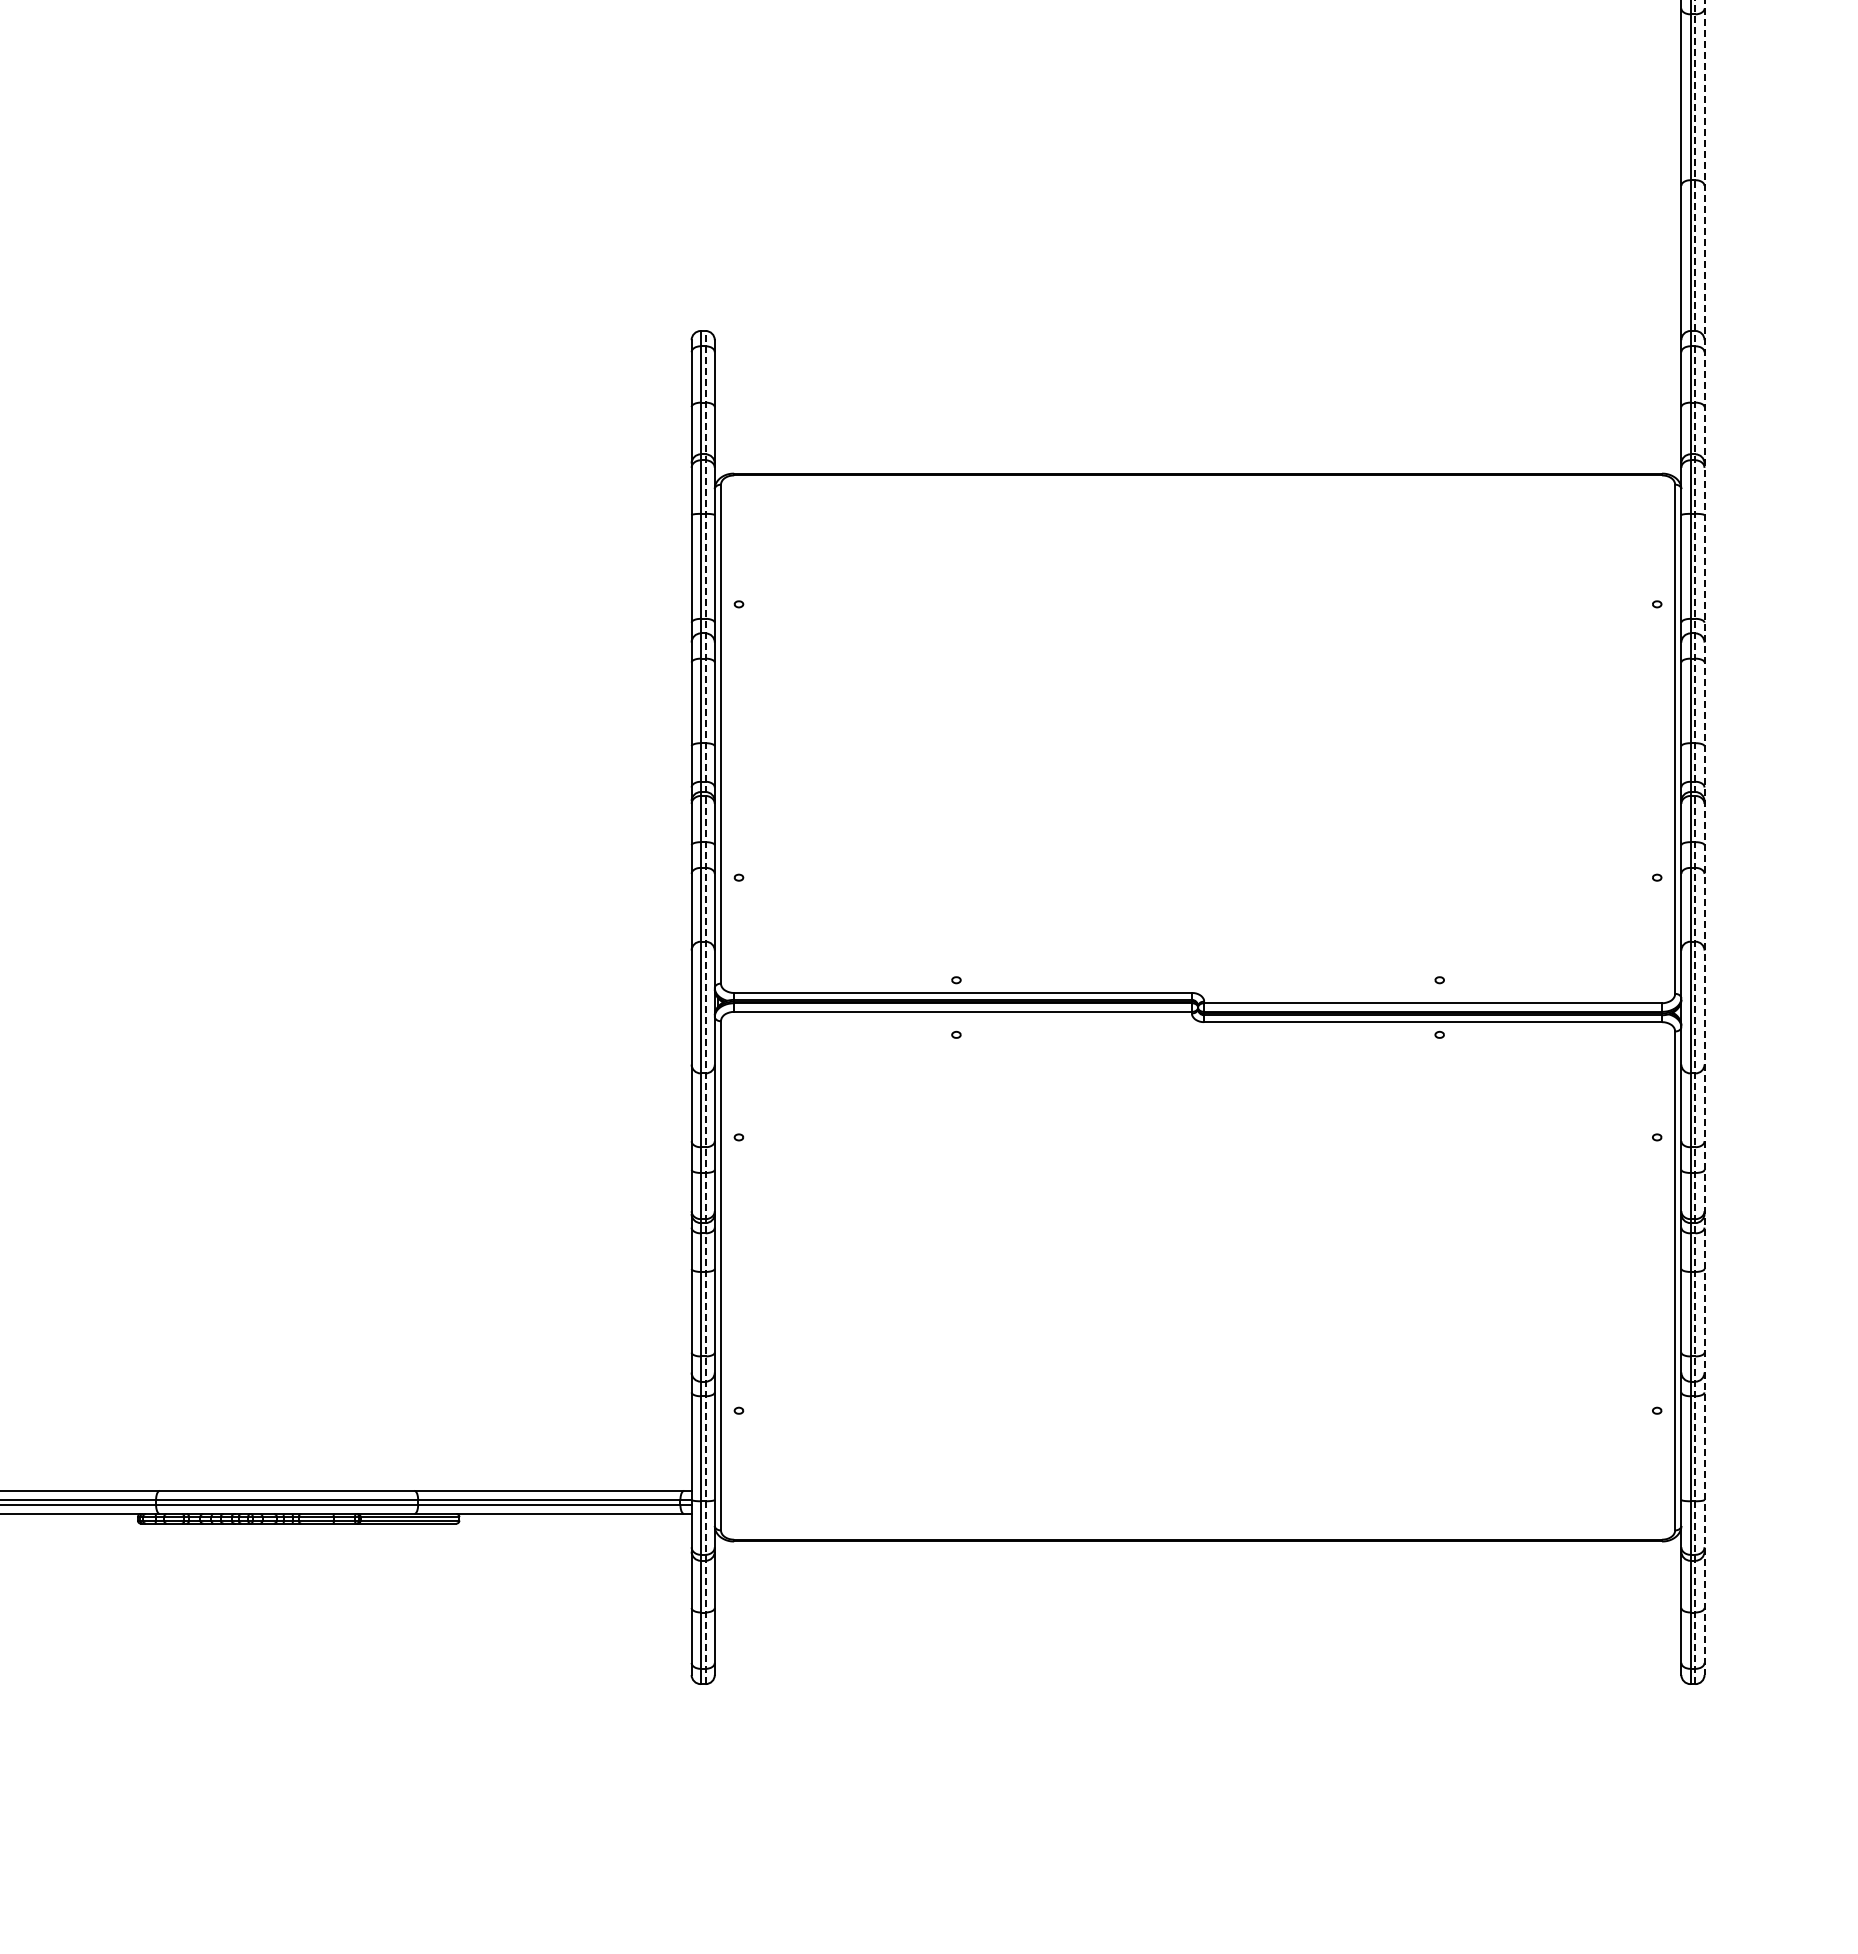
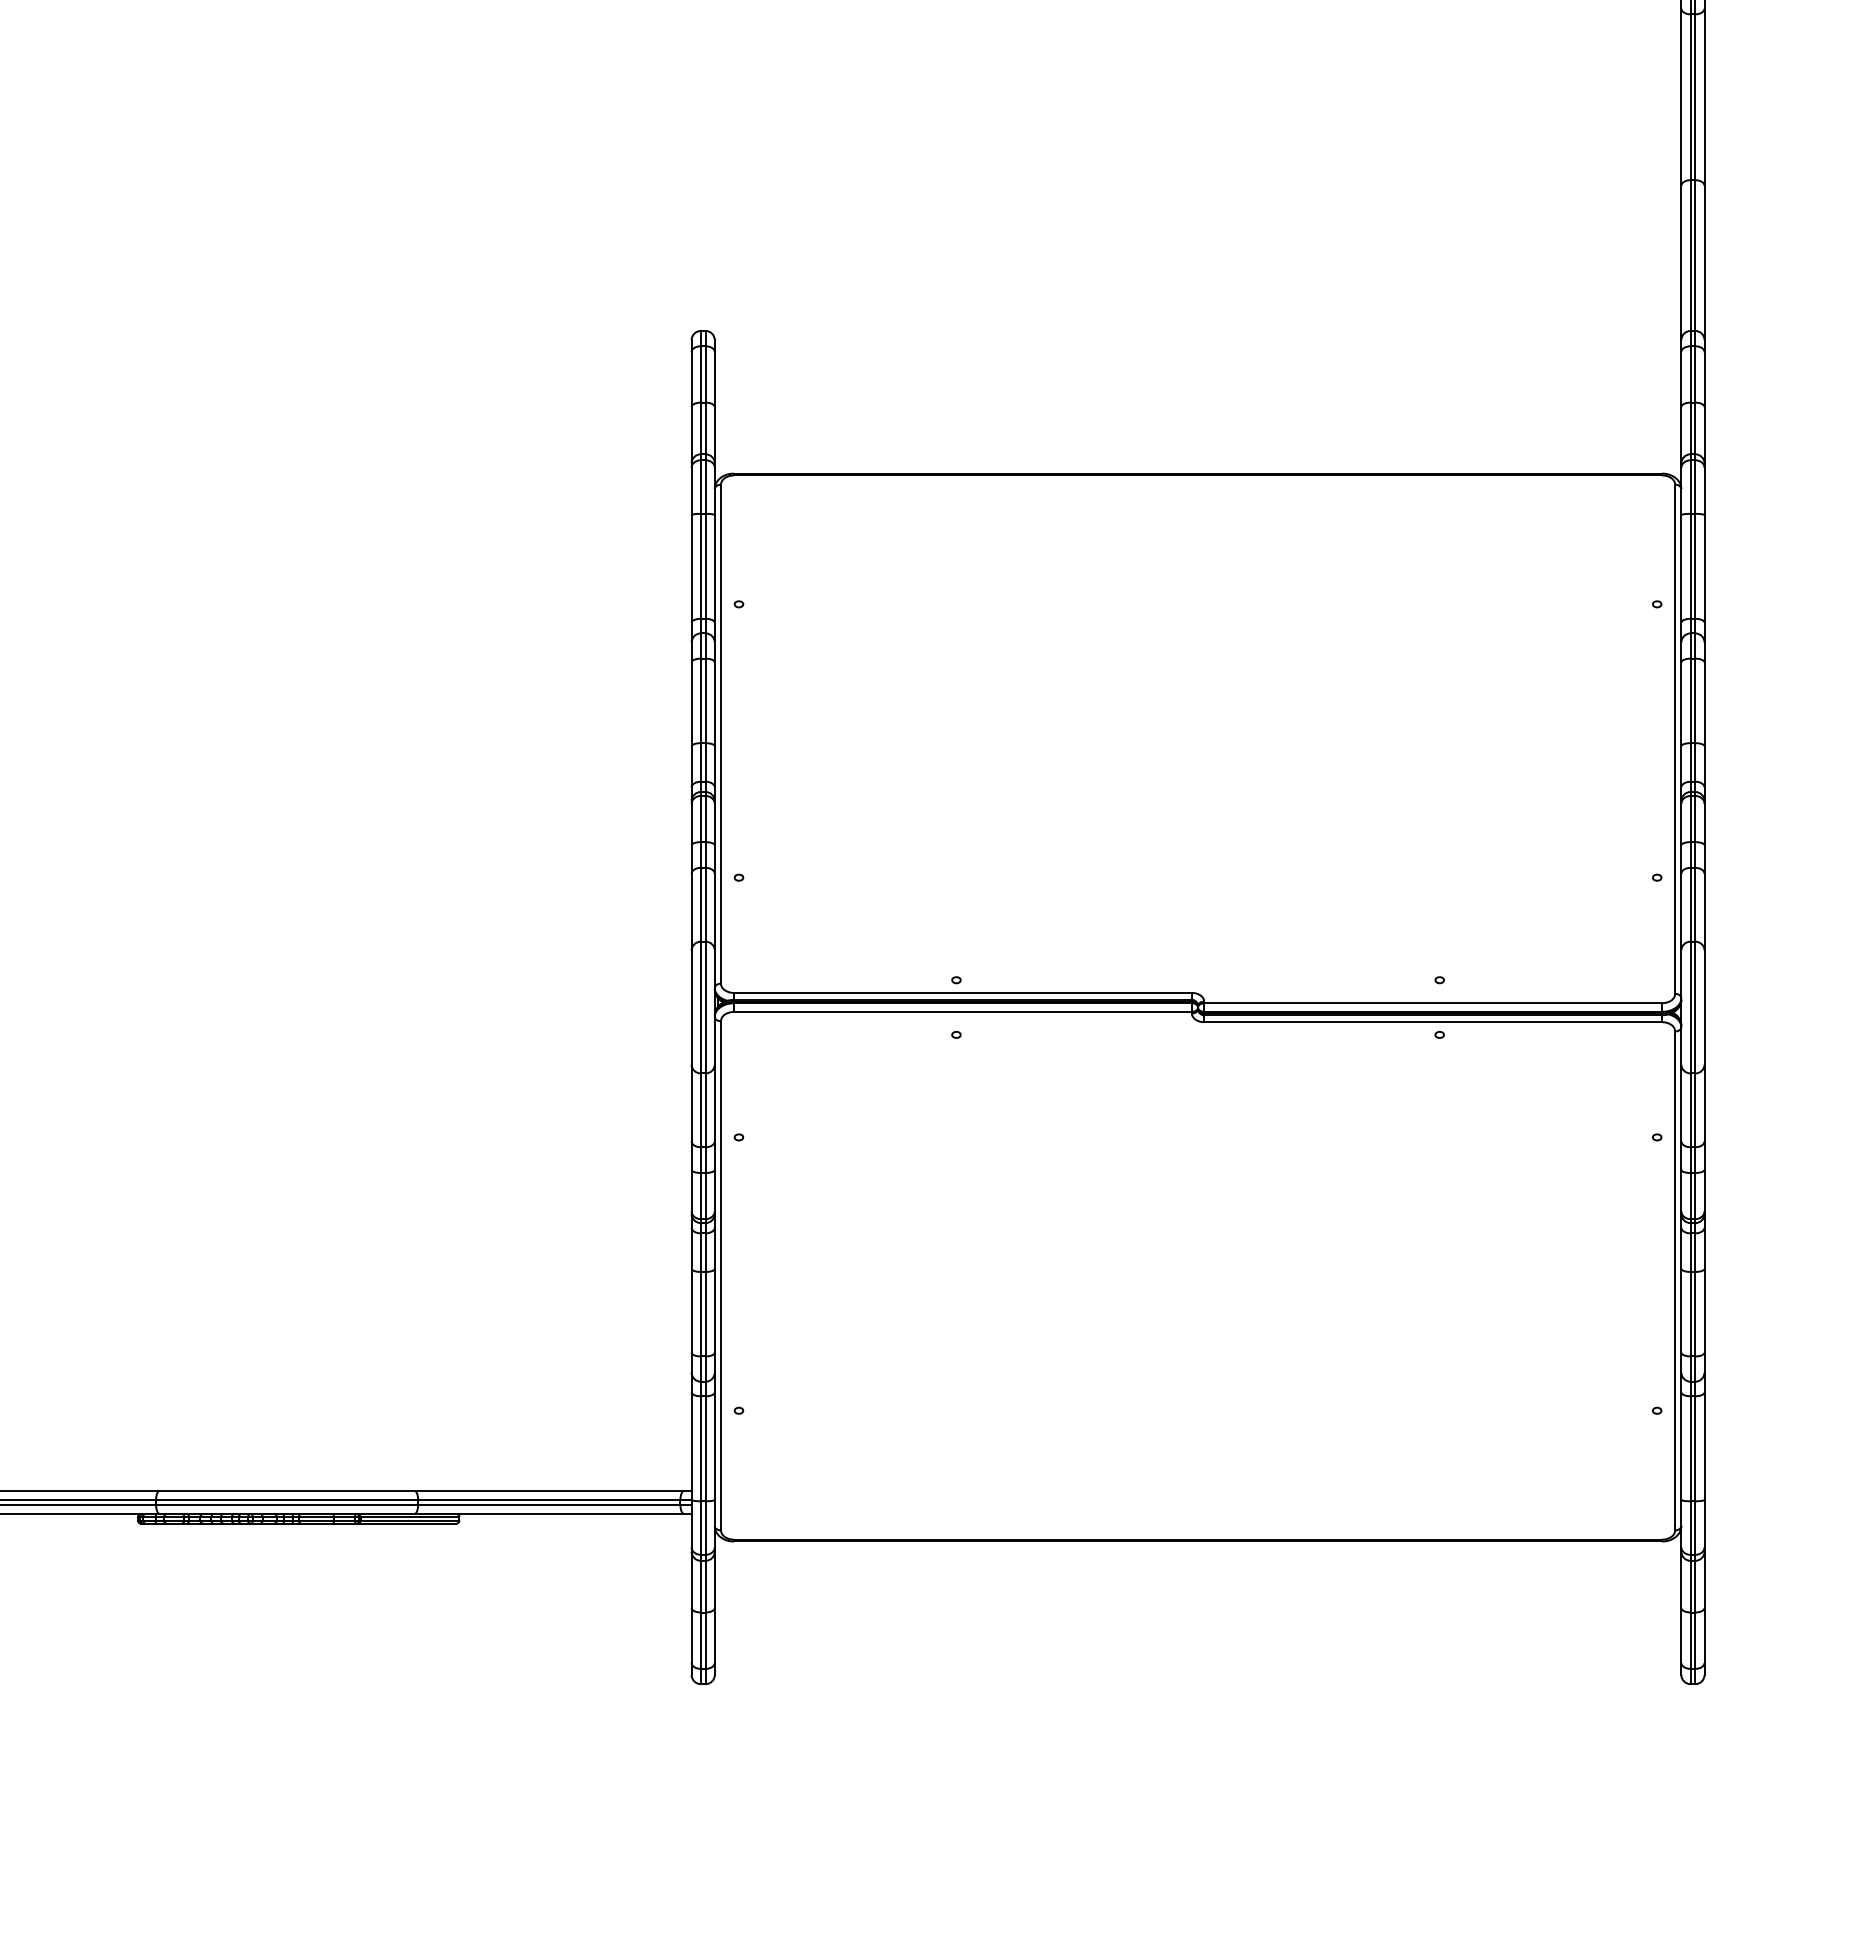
line at (1704, 838): dashed -> solid
line at (1695, 842): dashed -> solid
line at (705, 1007): dashed -> solid
